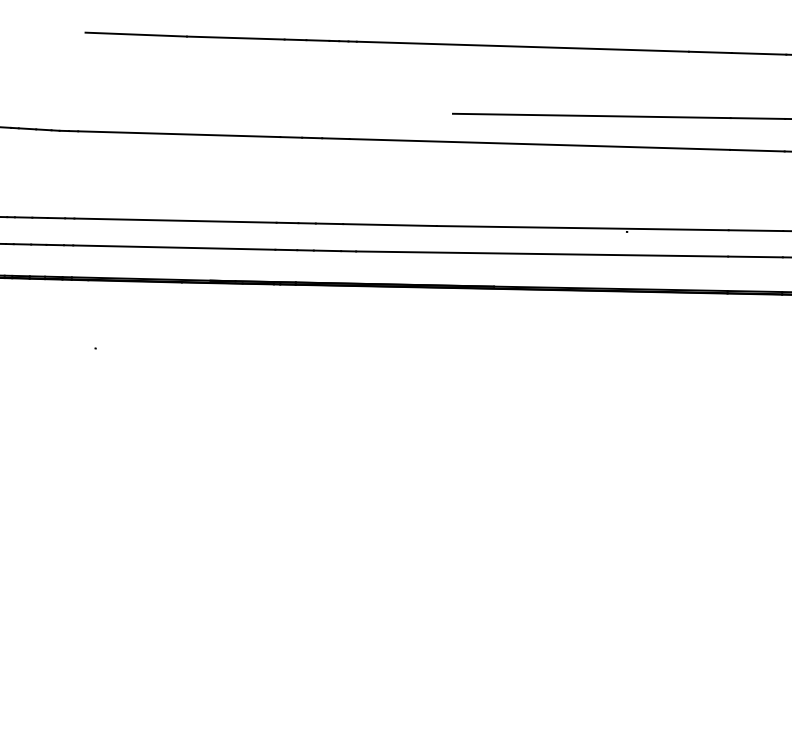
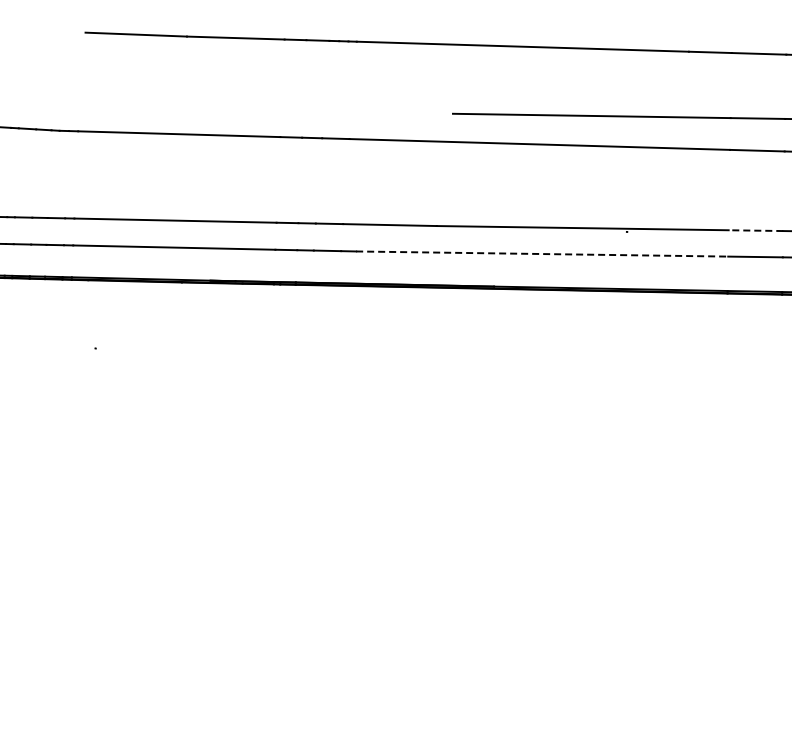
line at (755, 230): solid -> dashed
line at (542, 254): solid -> dashed
